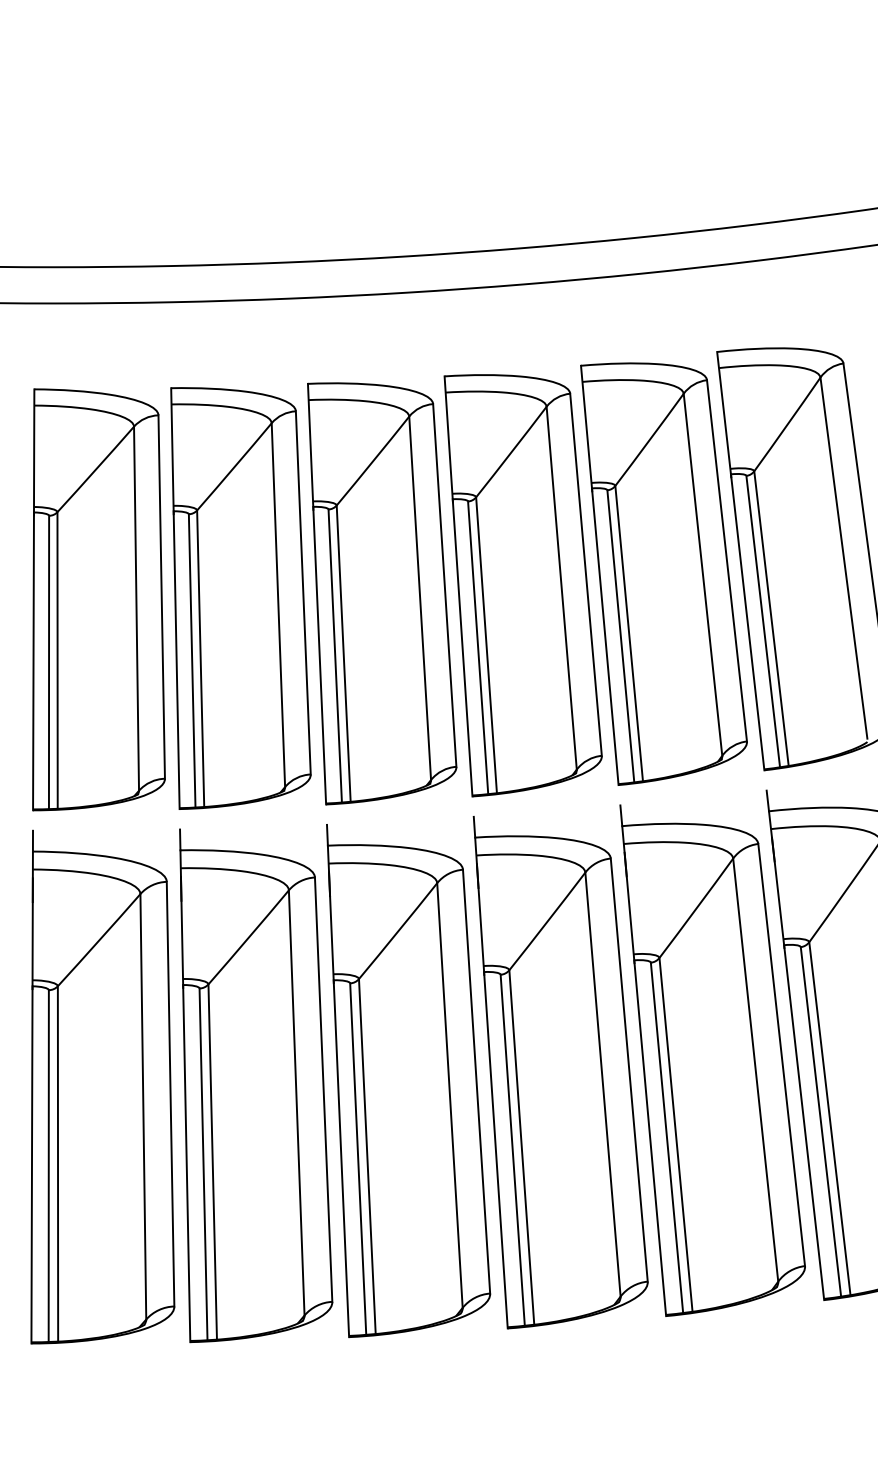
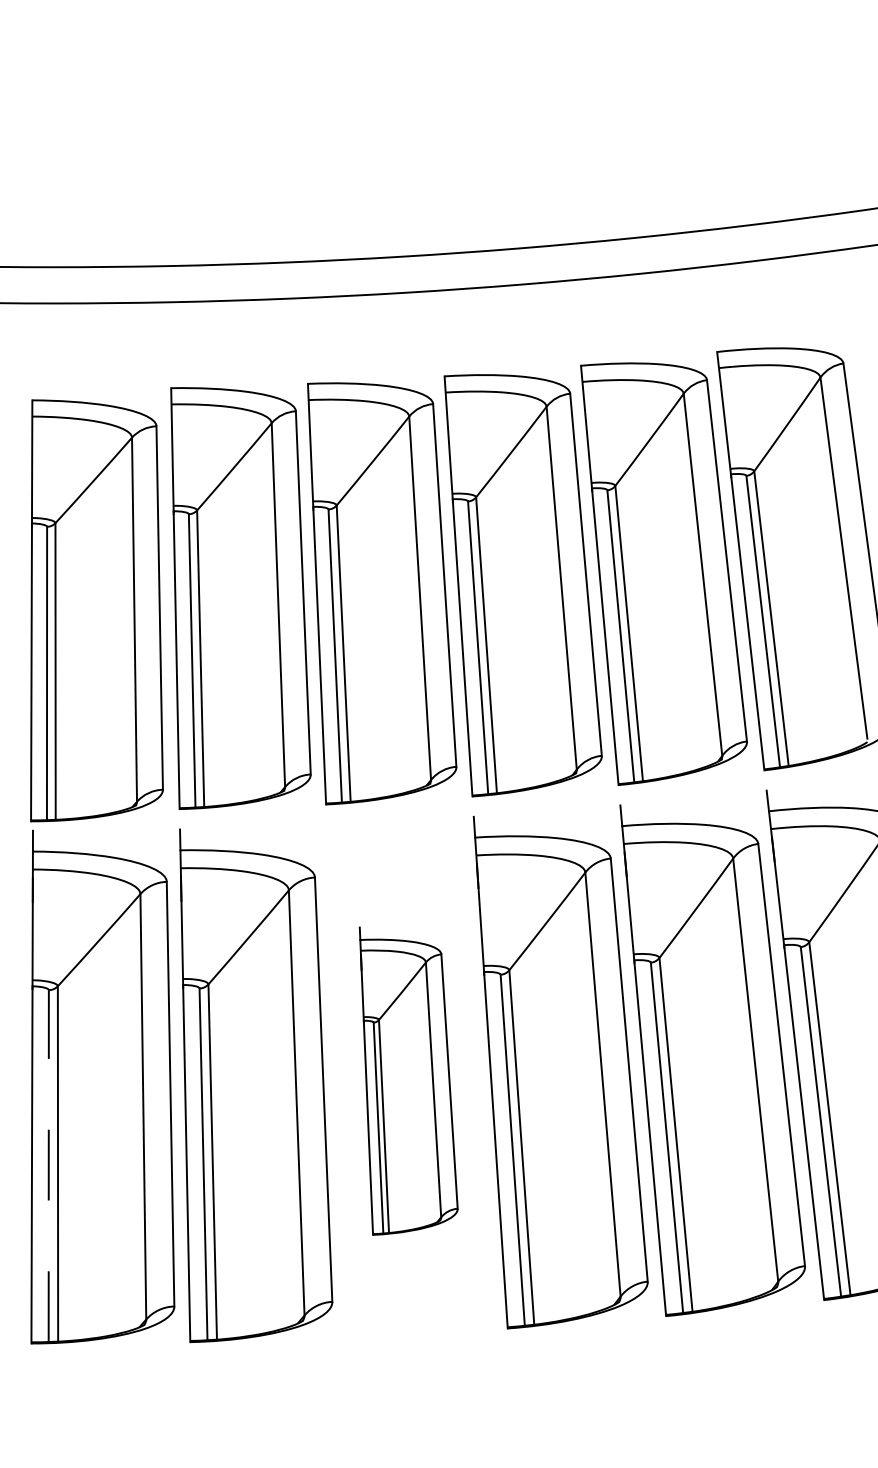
part at (98, 599) position: (98, 599) -> (96, 610)
part at (408, 1081) size: 166x515 px -> 101x310 px
line at (48, 1166): solid -> dashed
